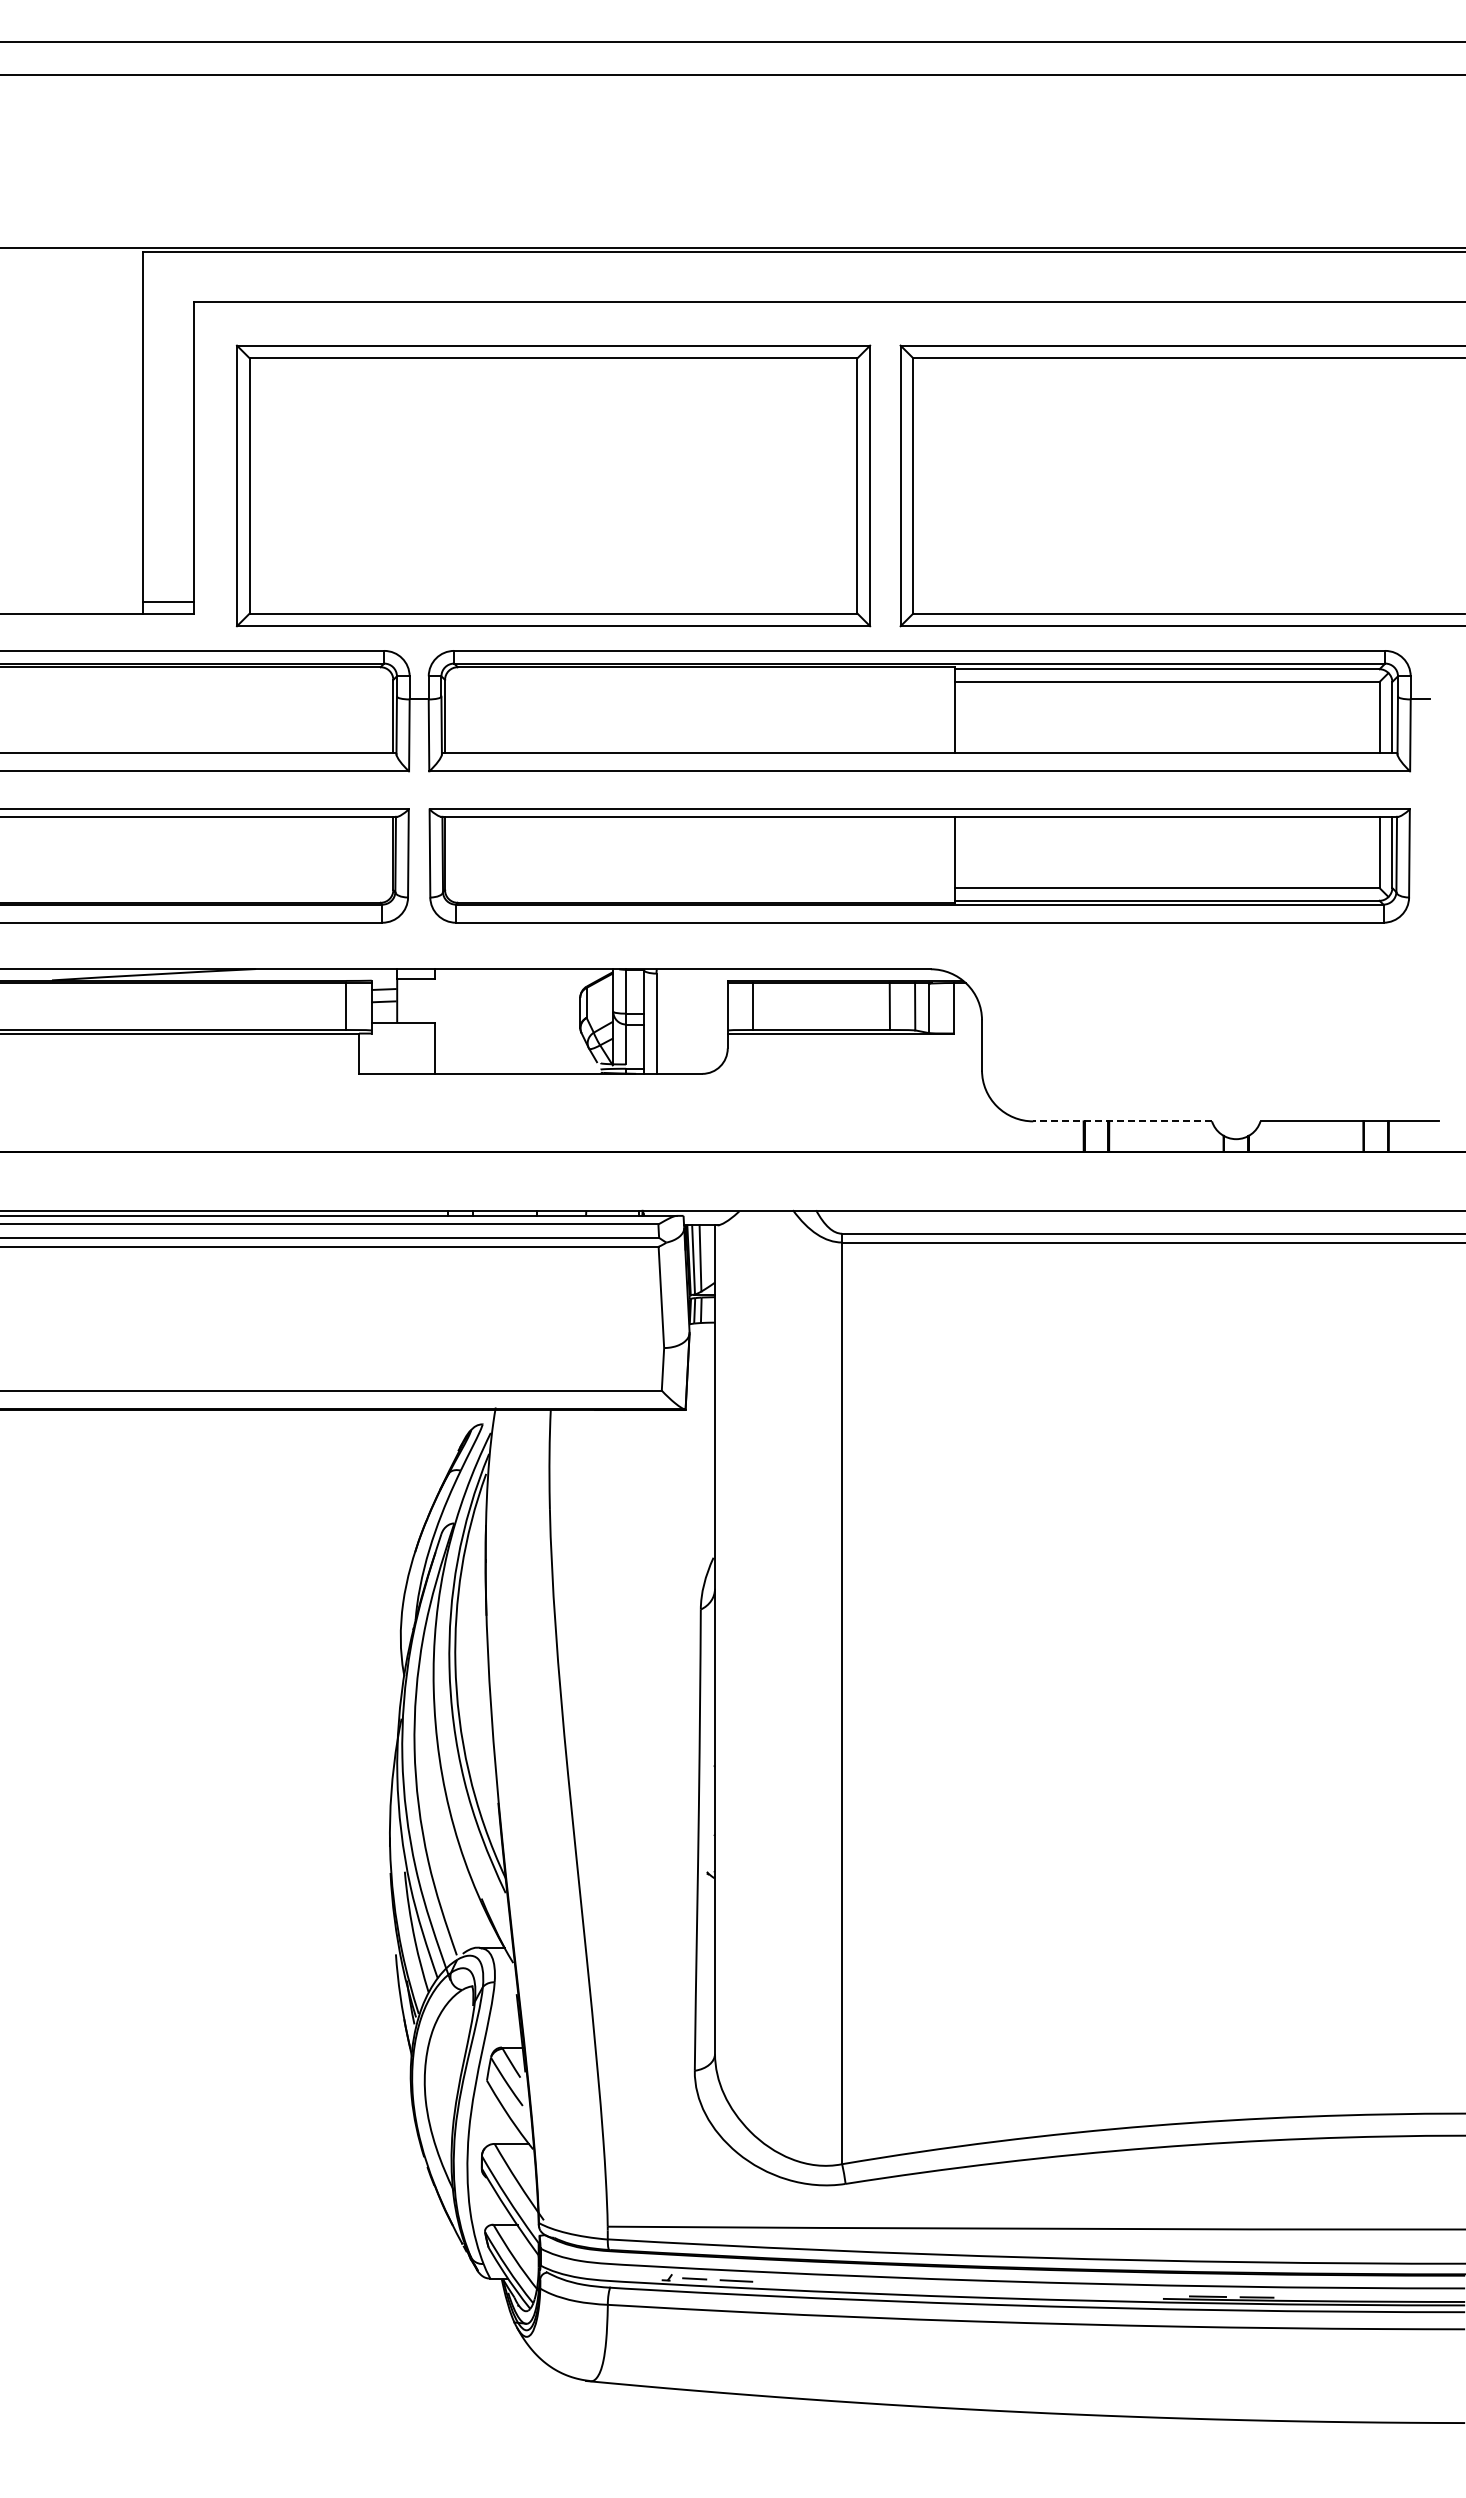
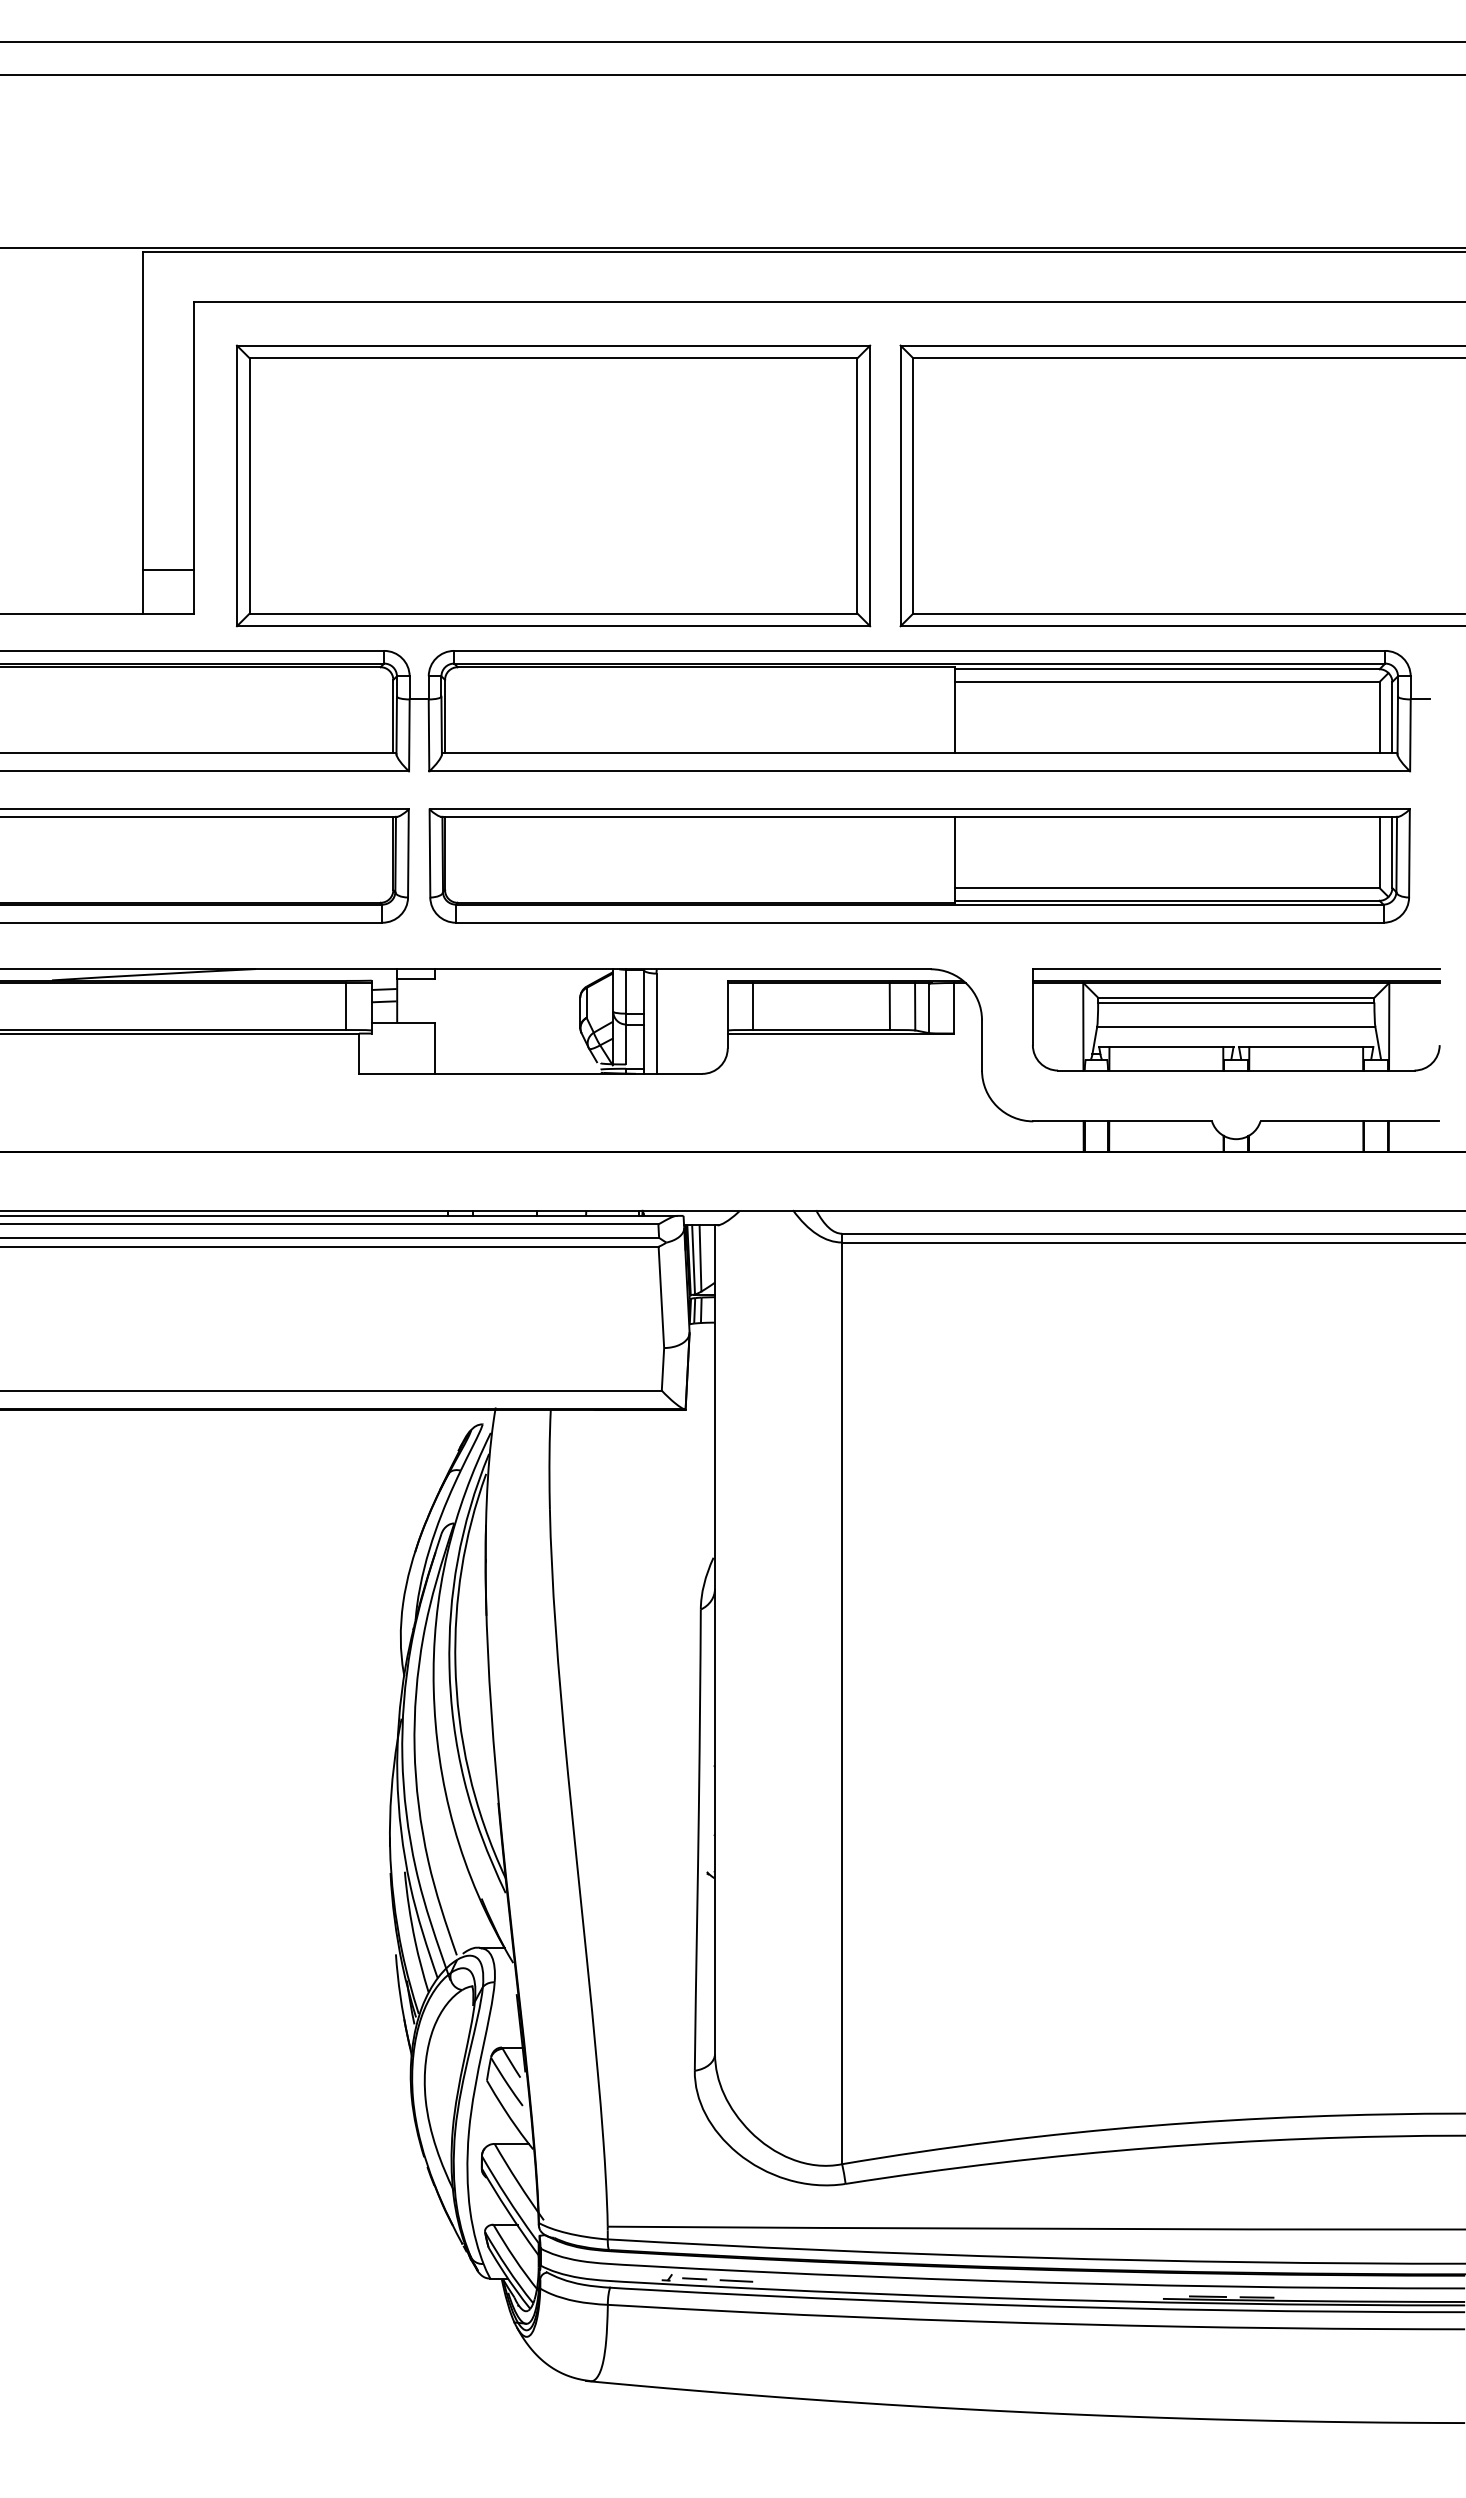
line at (167, 601) position: (167, 601) -> (167, 569)
part at (1236, 1019): none -> present
line at (1122, 1121): dashed -> solid
